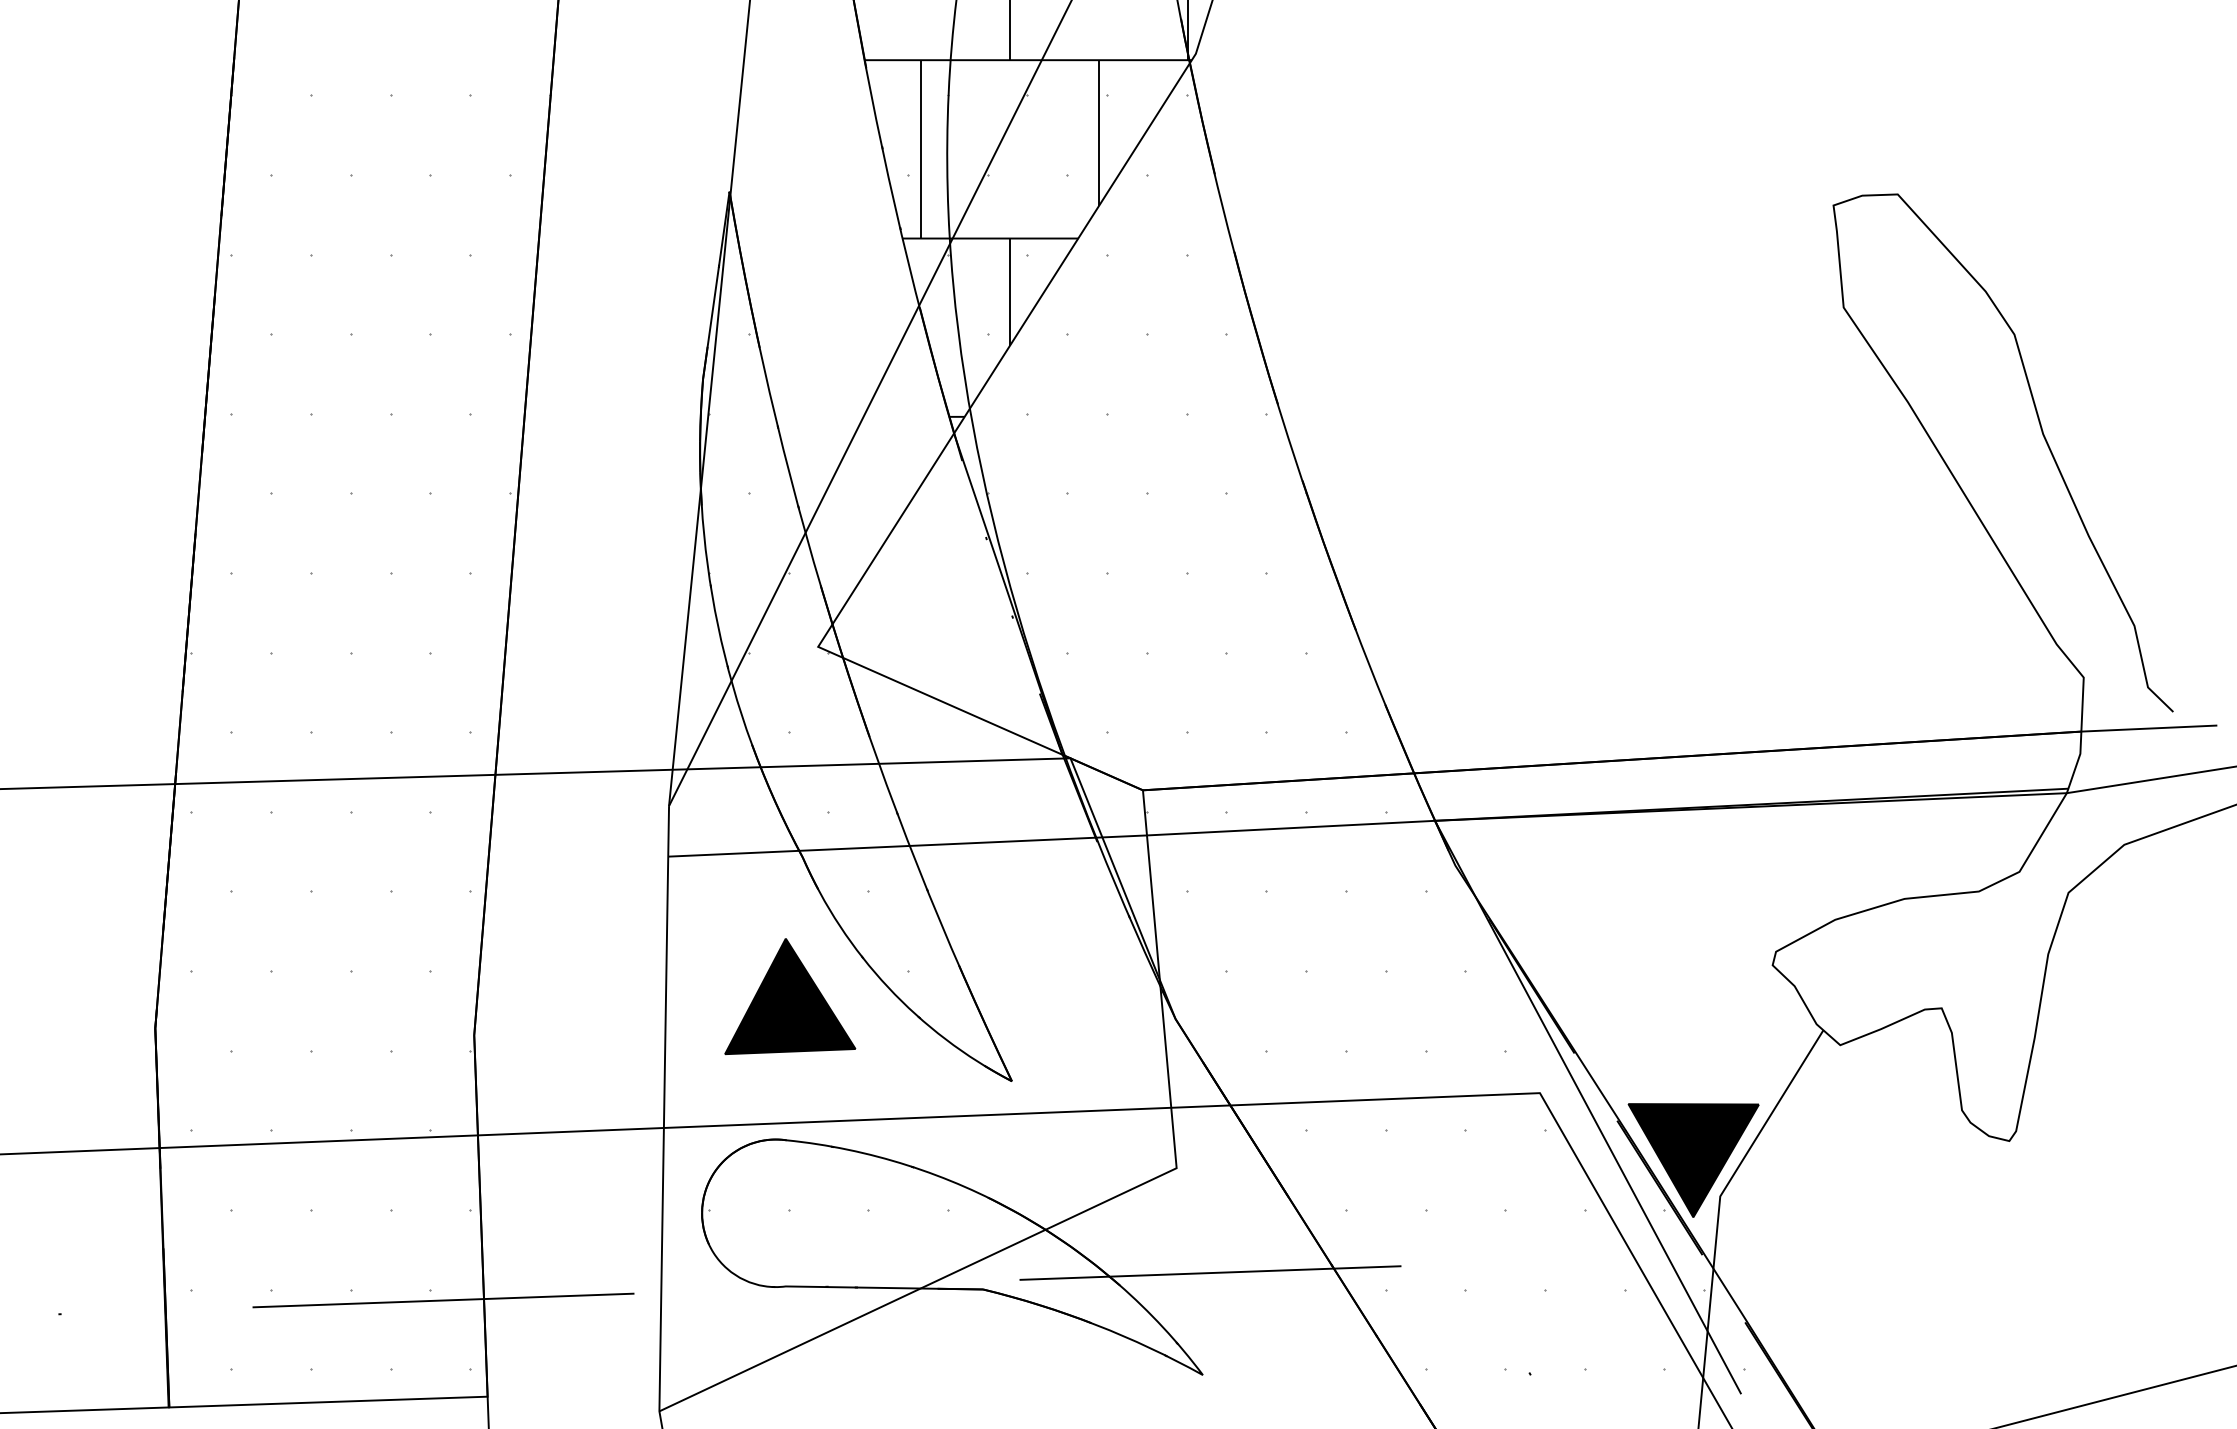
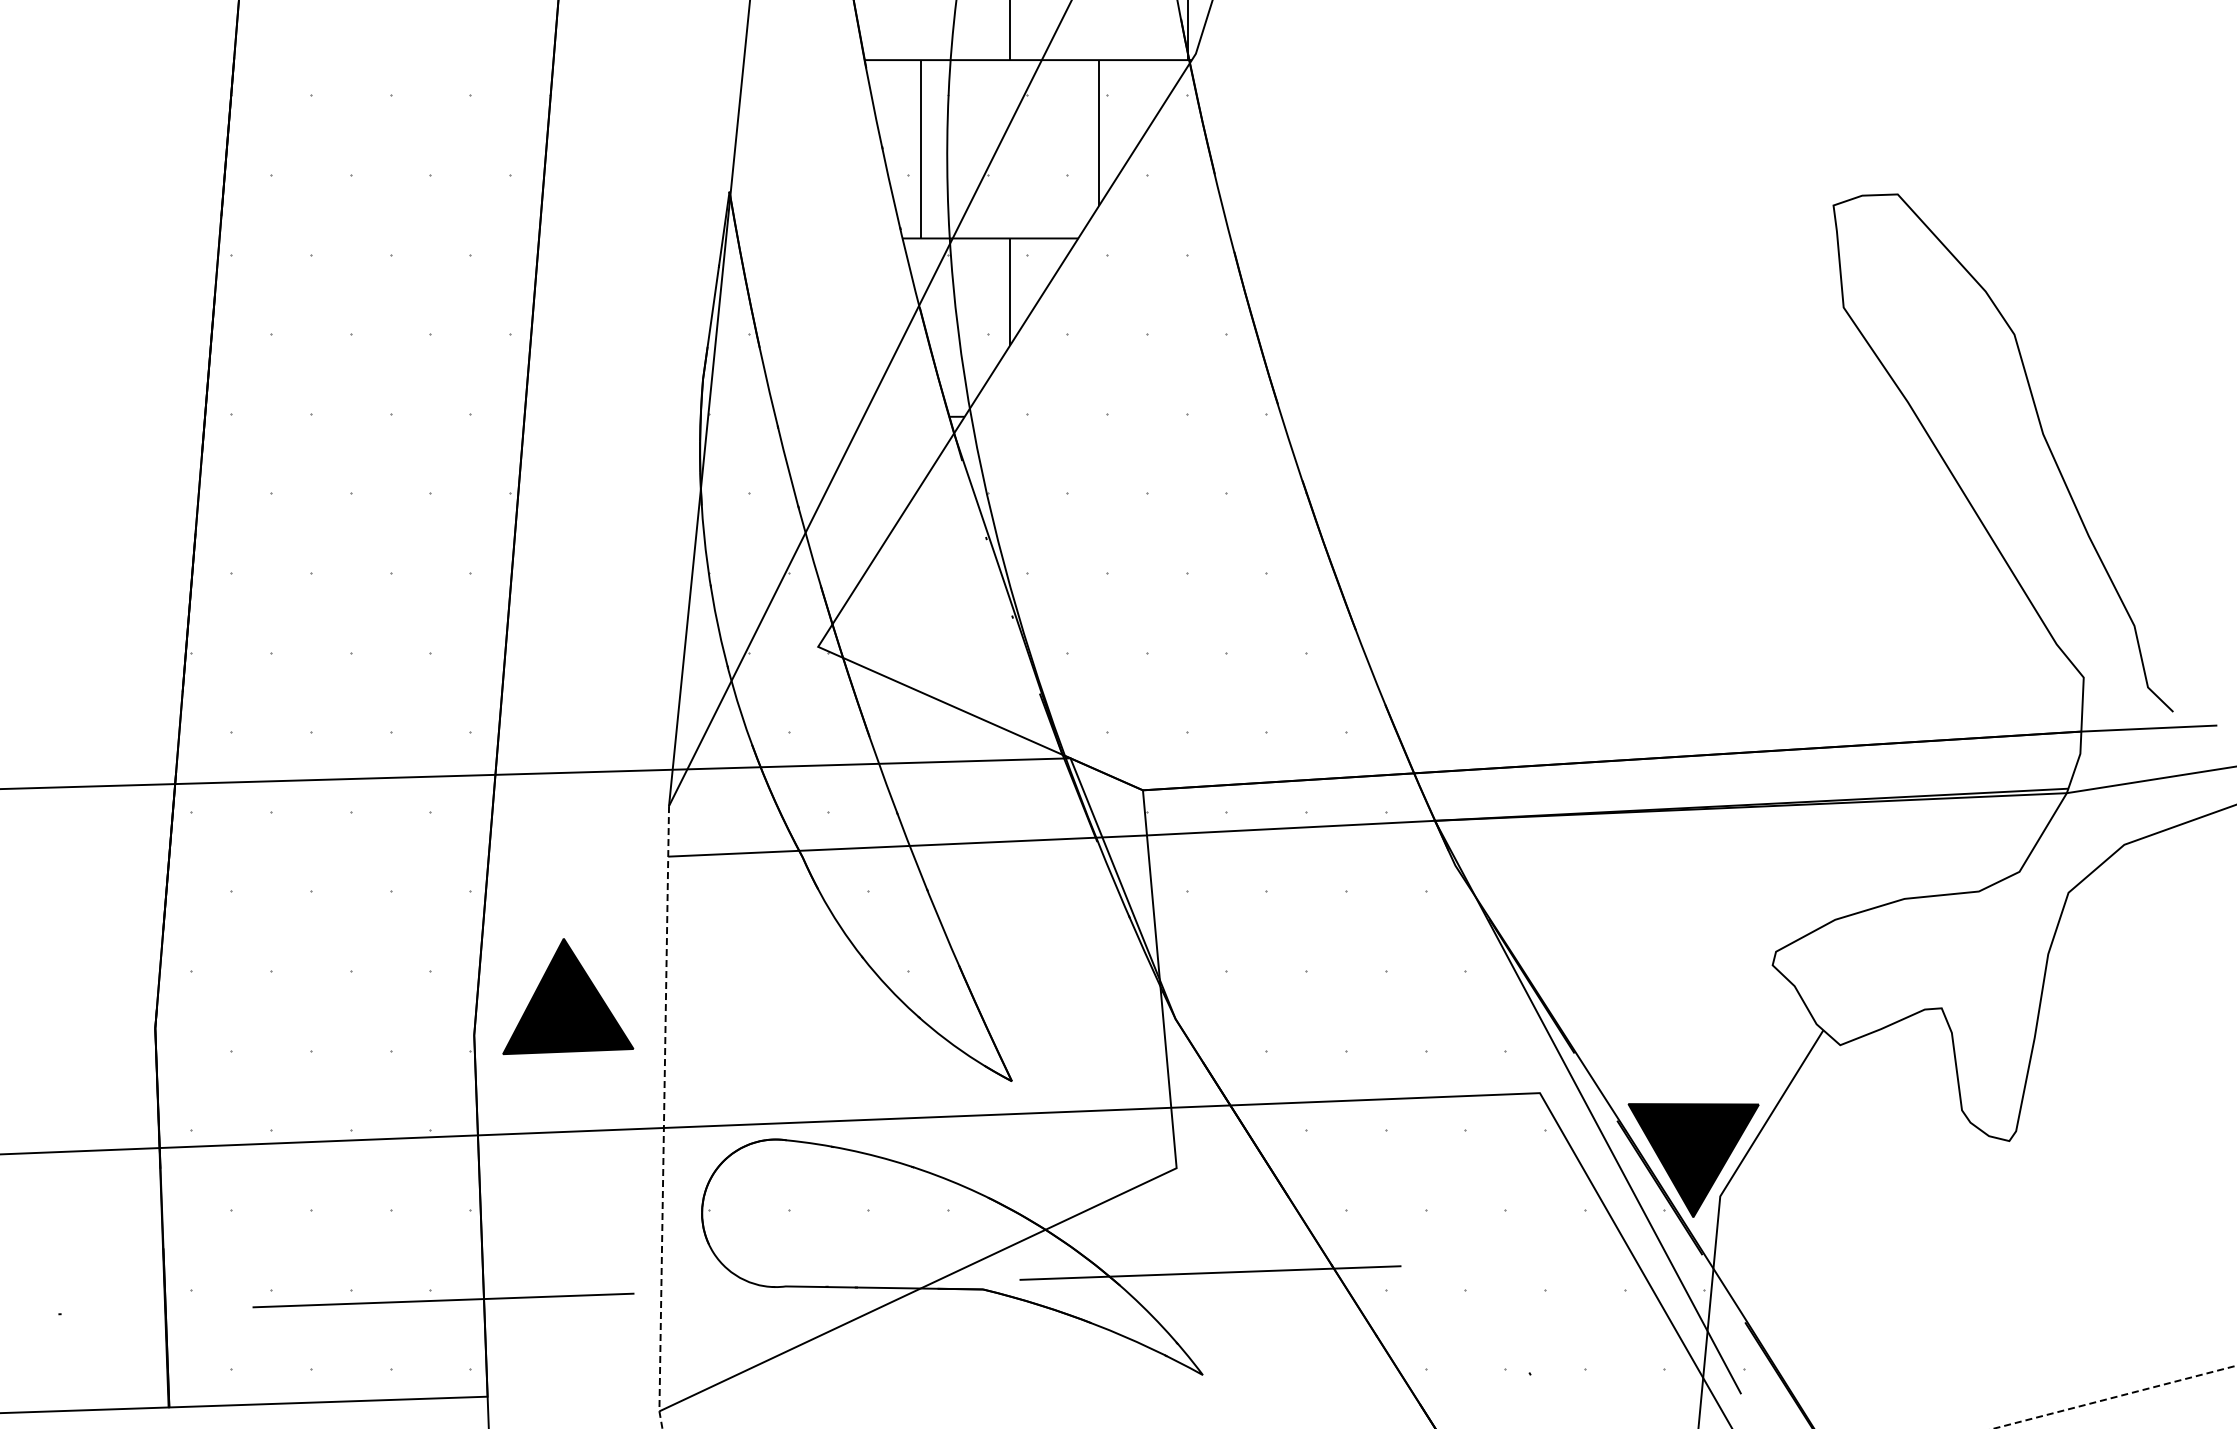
part at (790, 996) position: (790, 996) -> (568, 996)
line at (664, 1117): solid -> dashed
line at (2115, 1397): solid -> dashed
